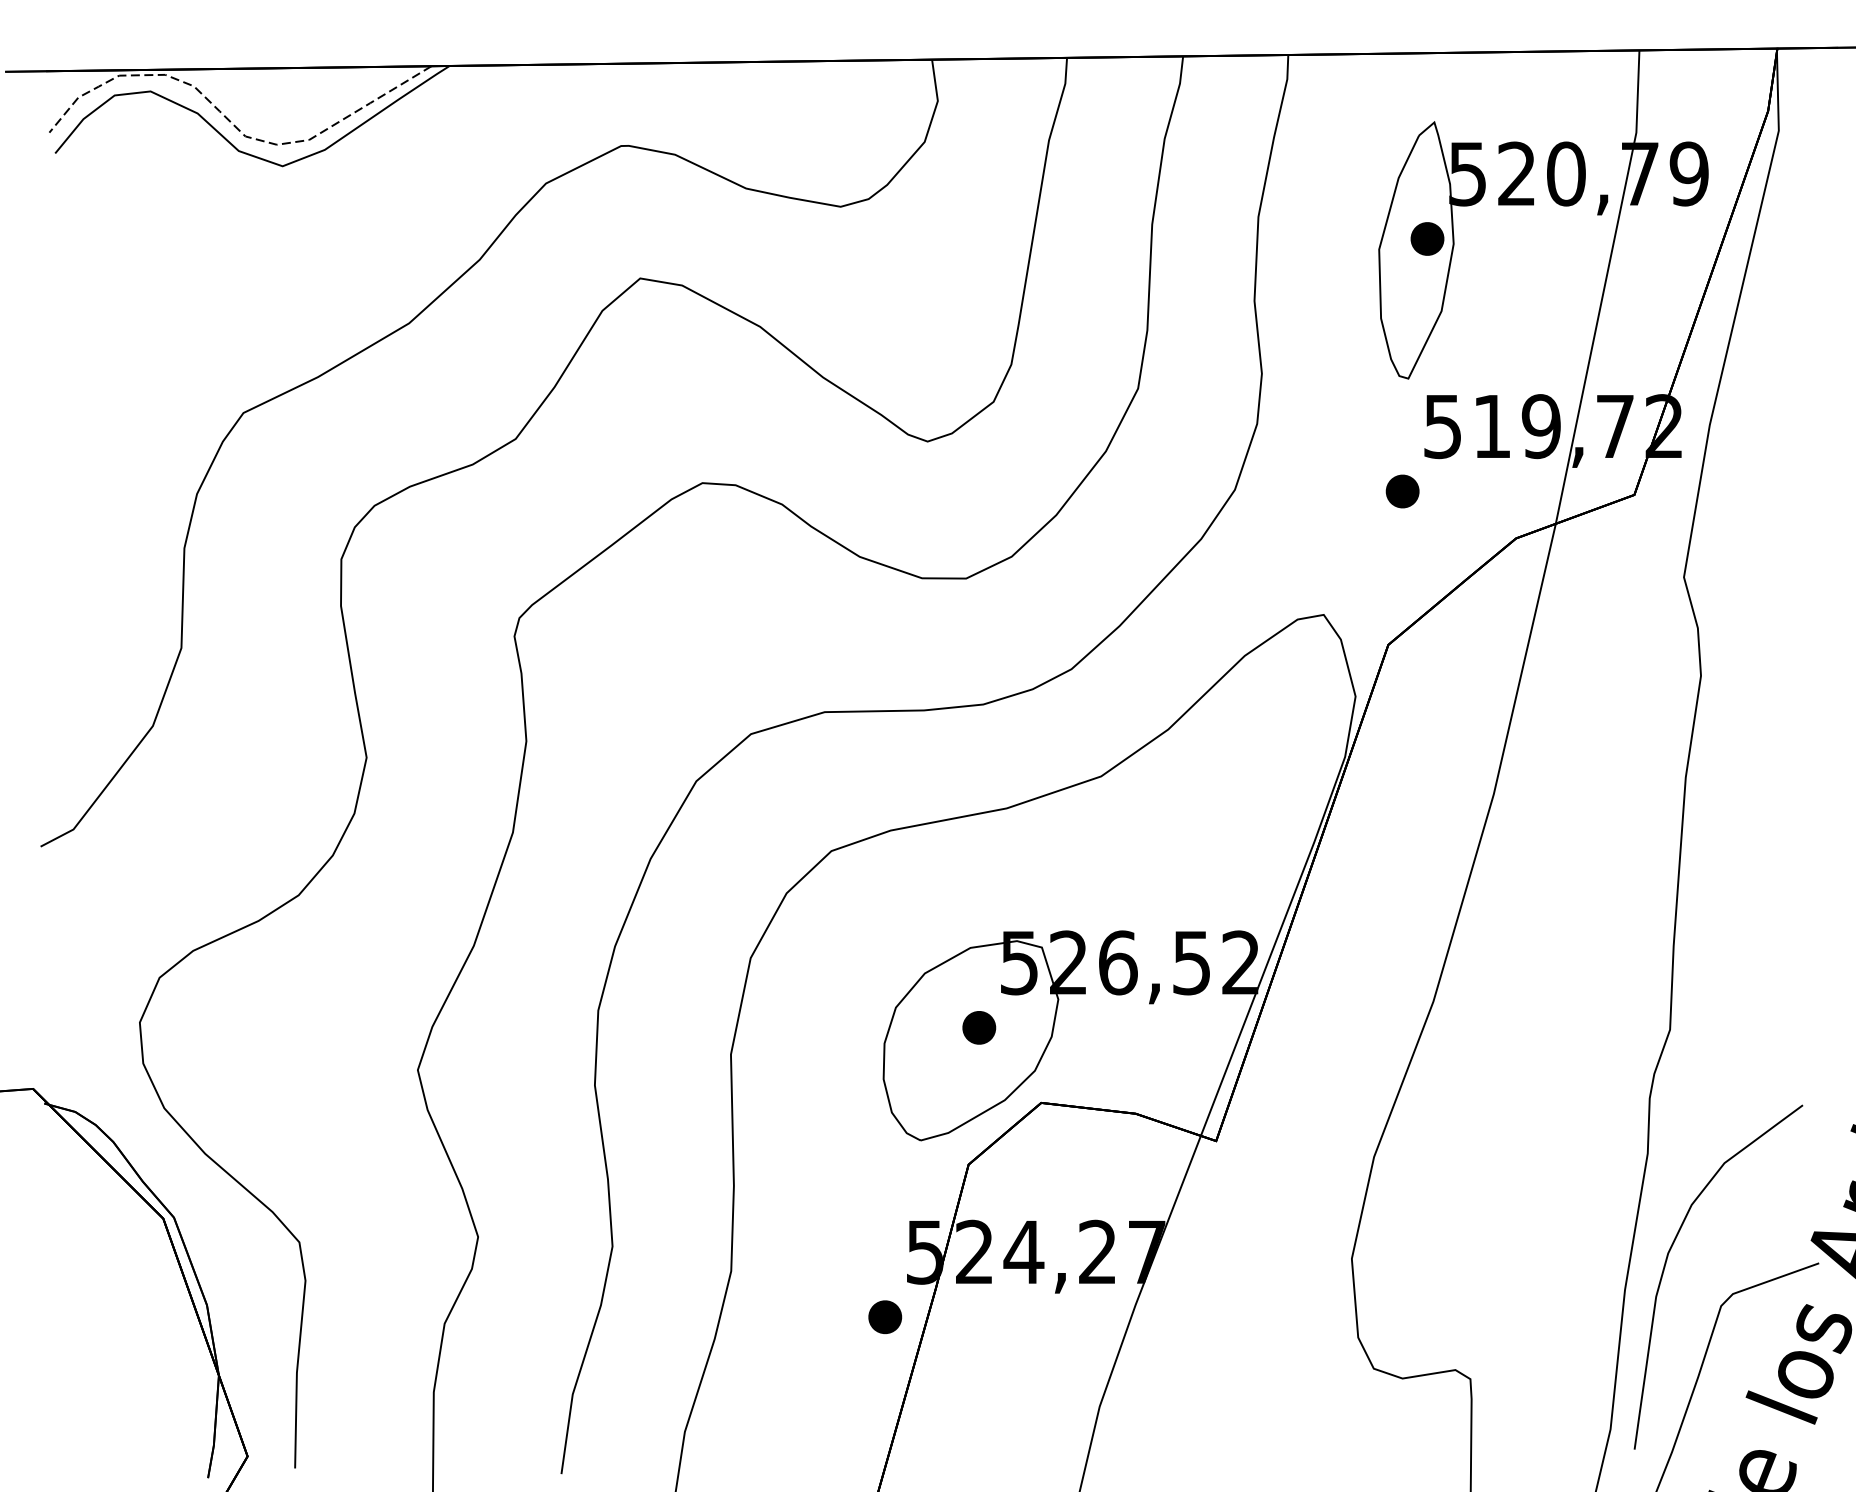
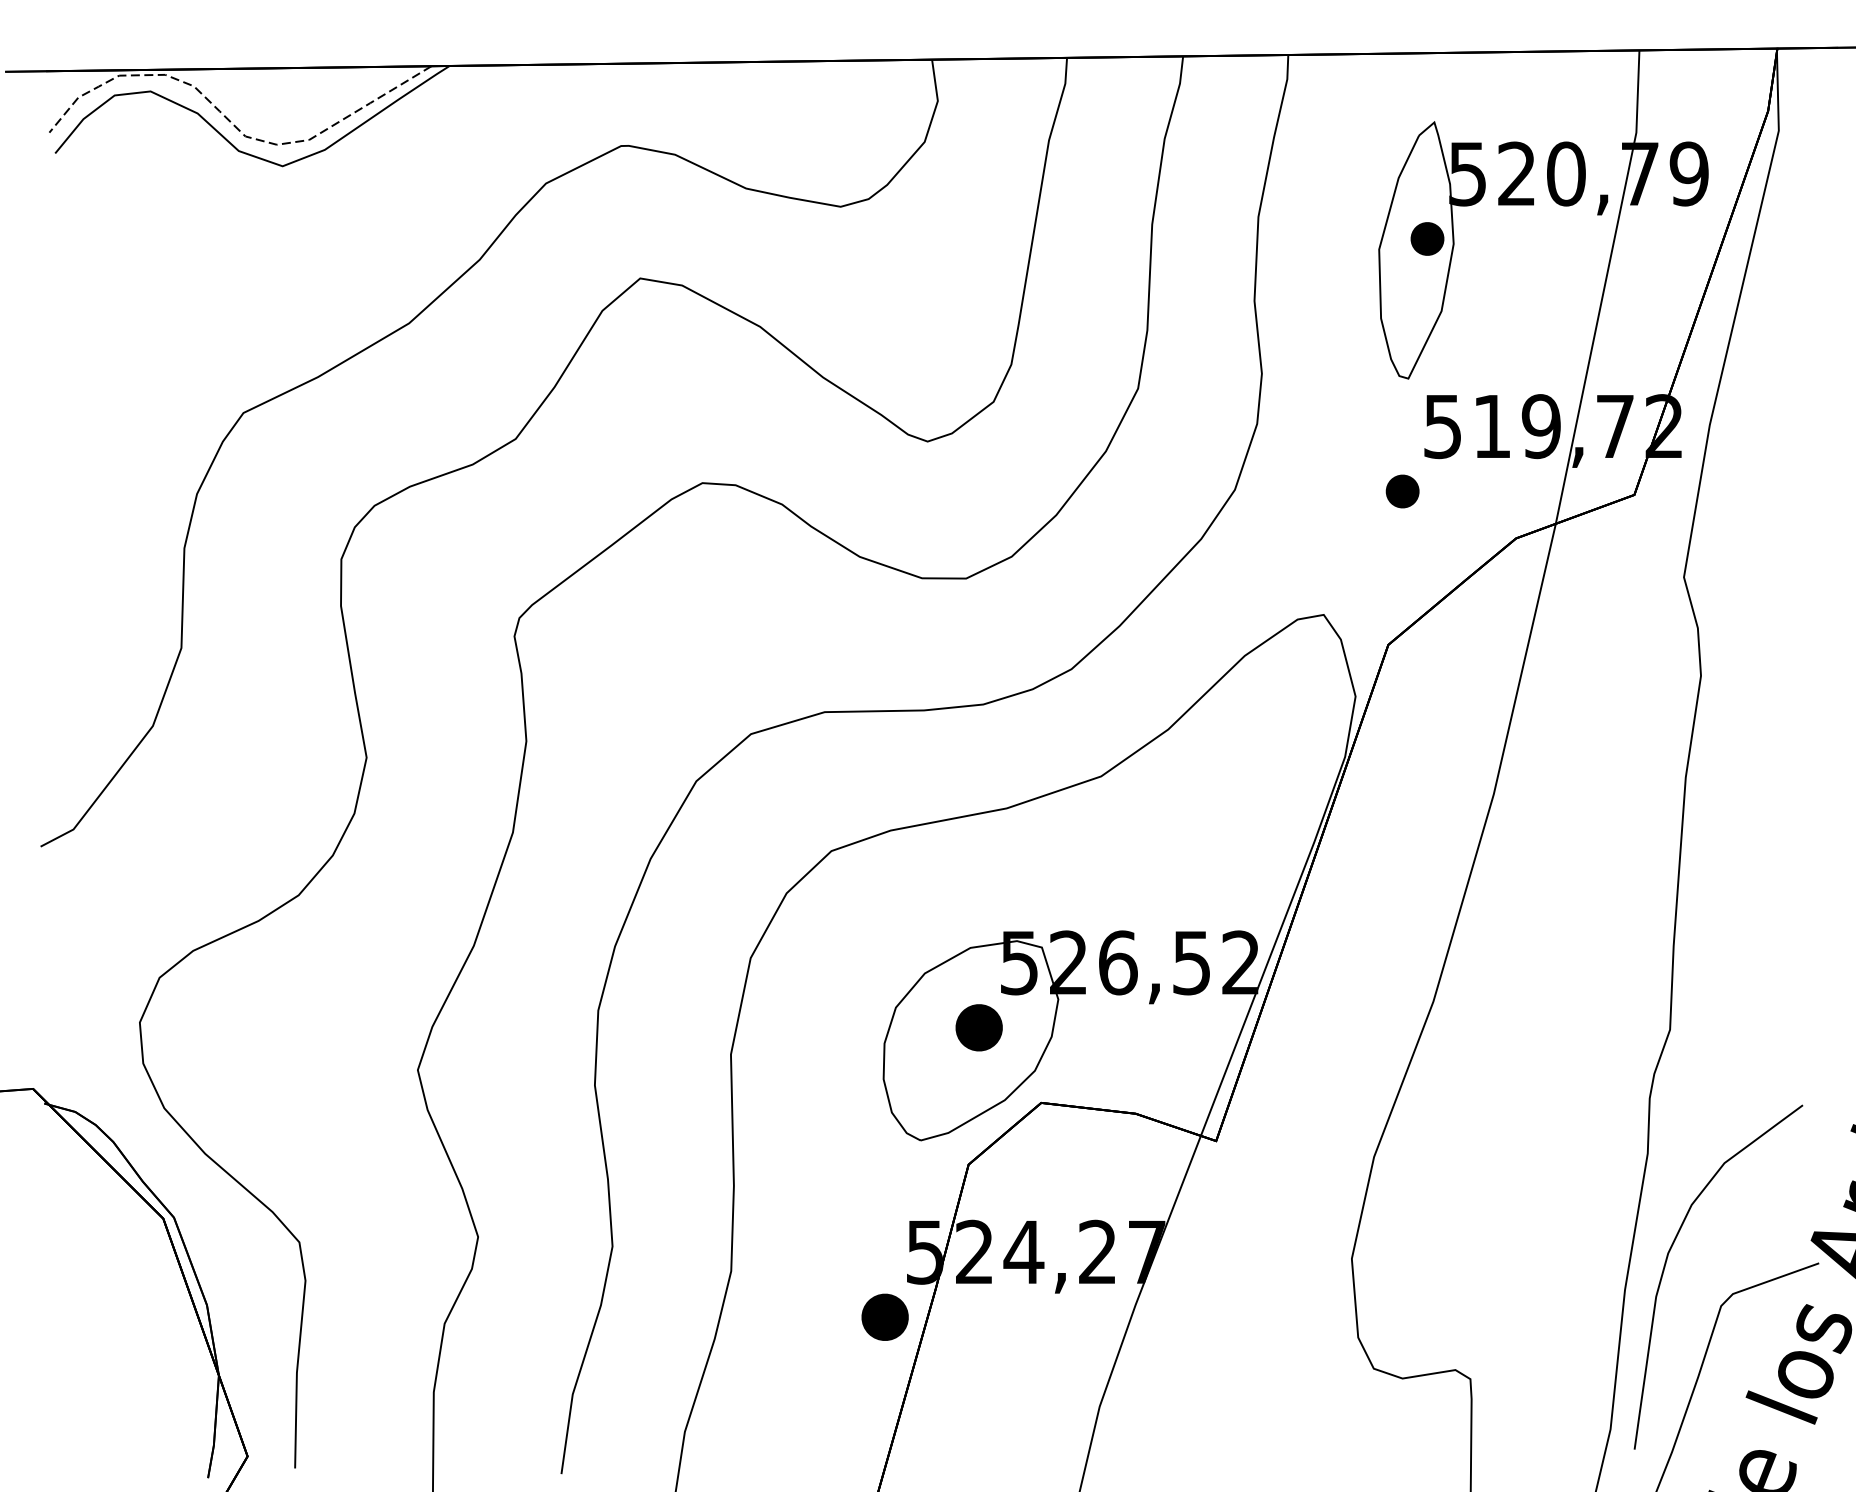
part at (979, 1027) size: 35x34 px -> 48x48 px
part at (885, 1316) size: 35x34 px -> 48x48 px
